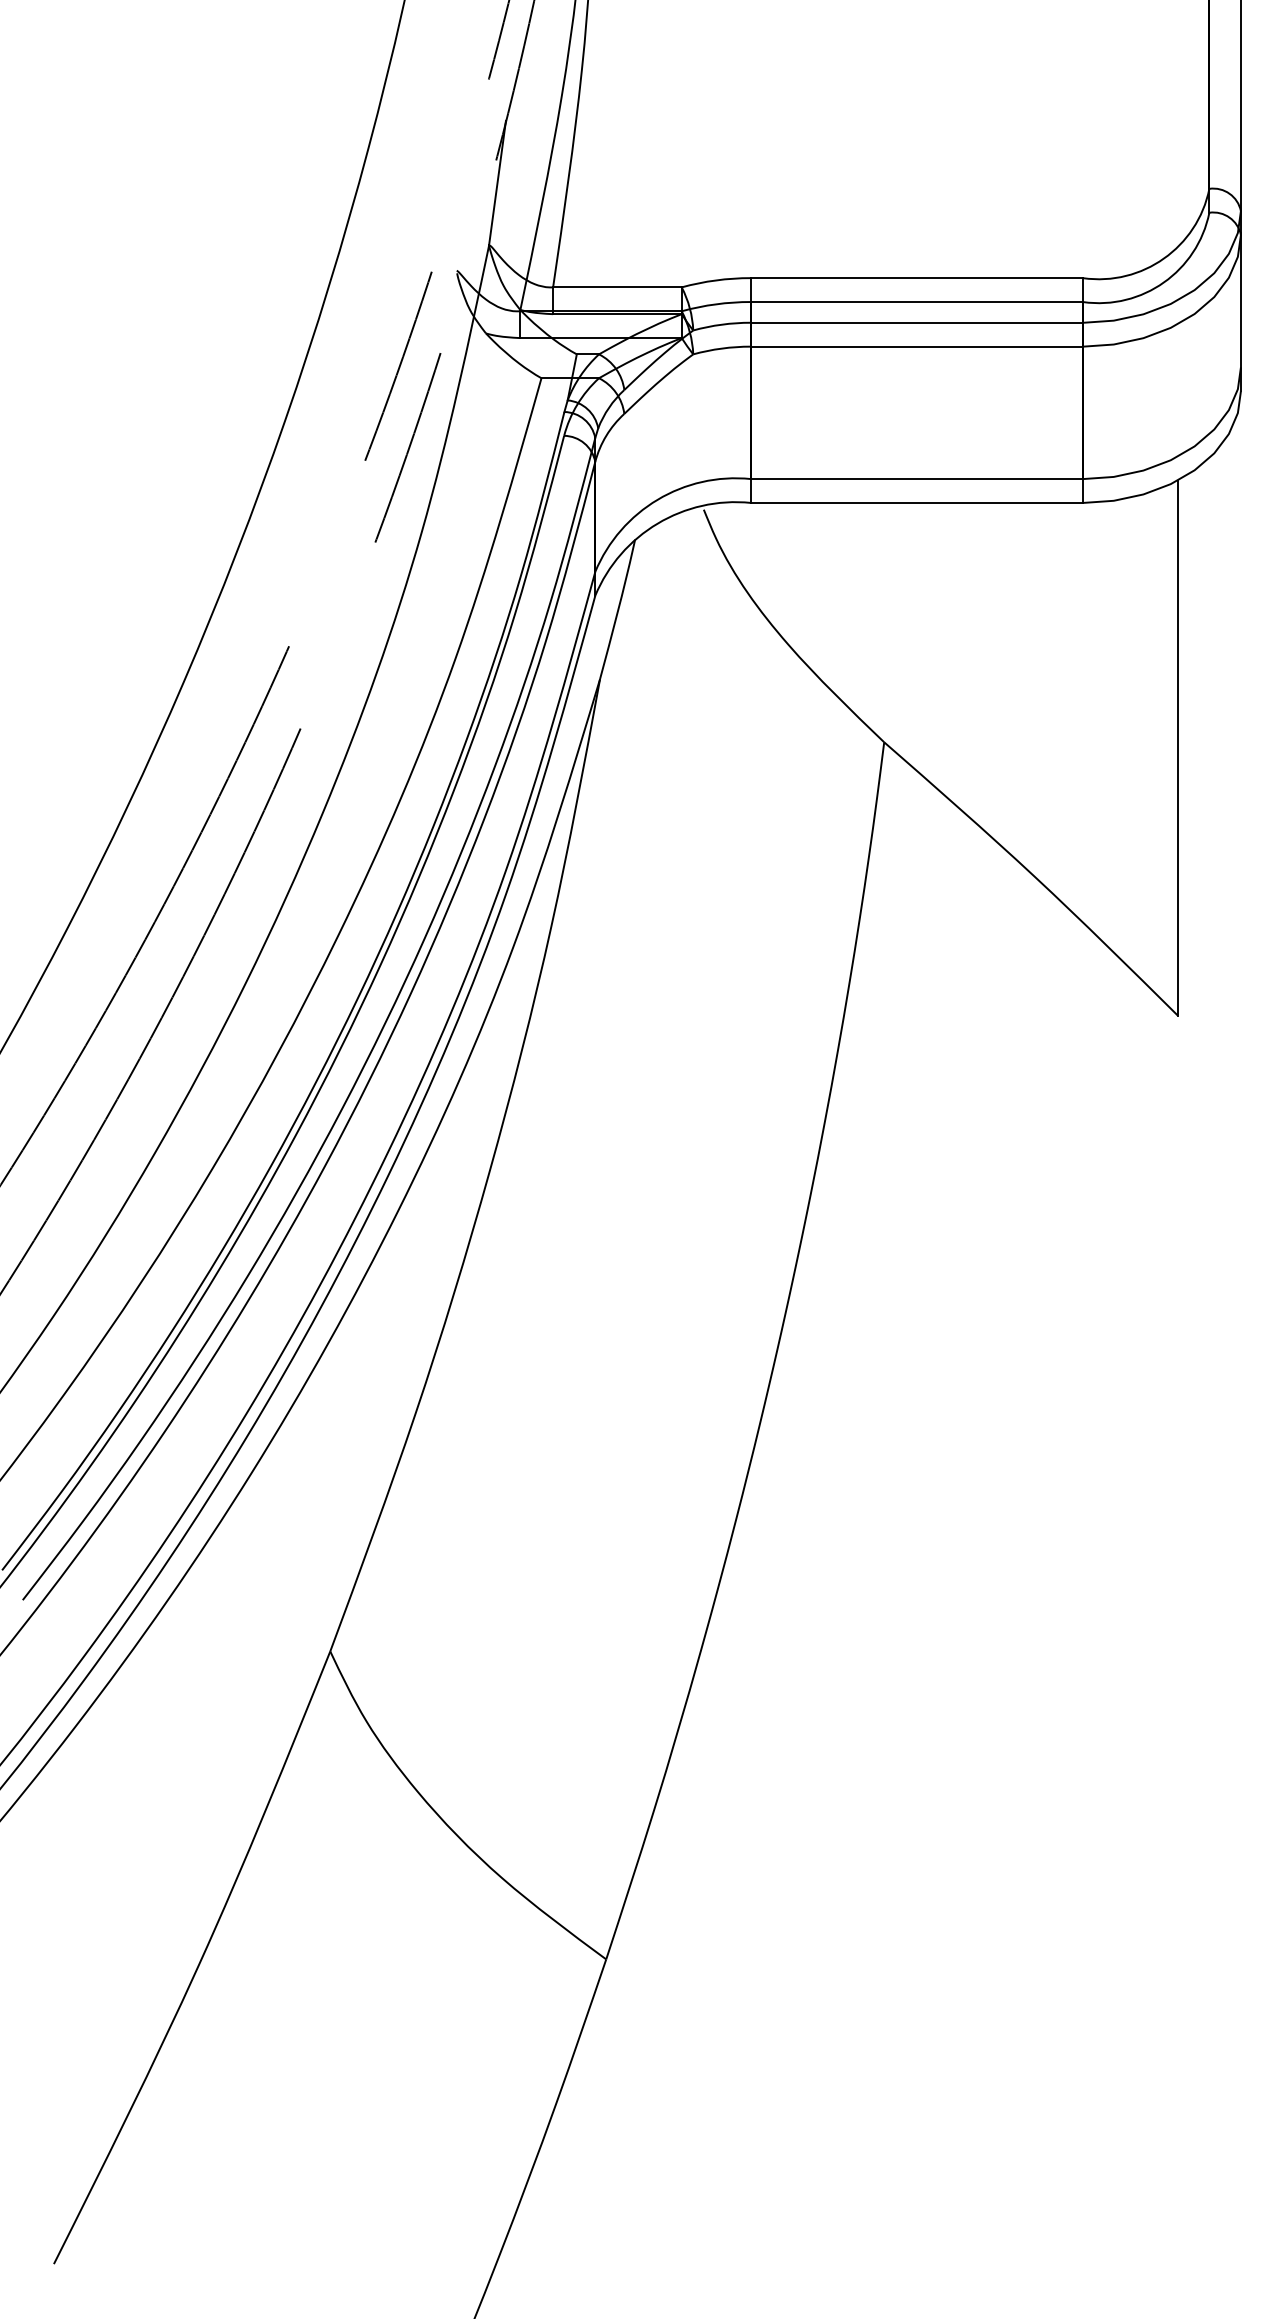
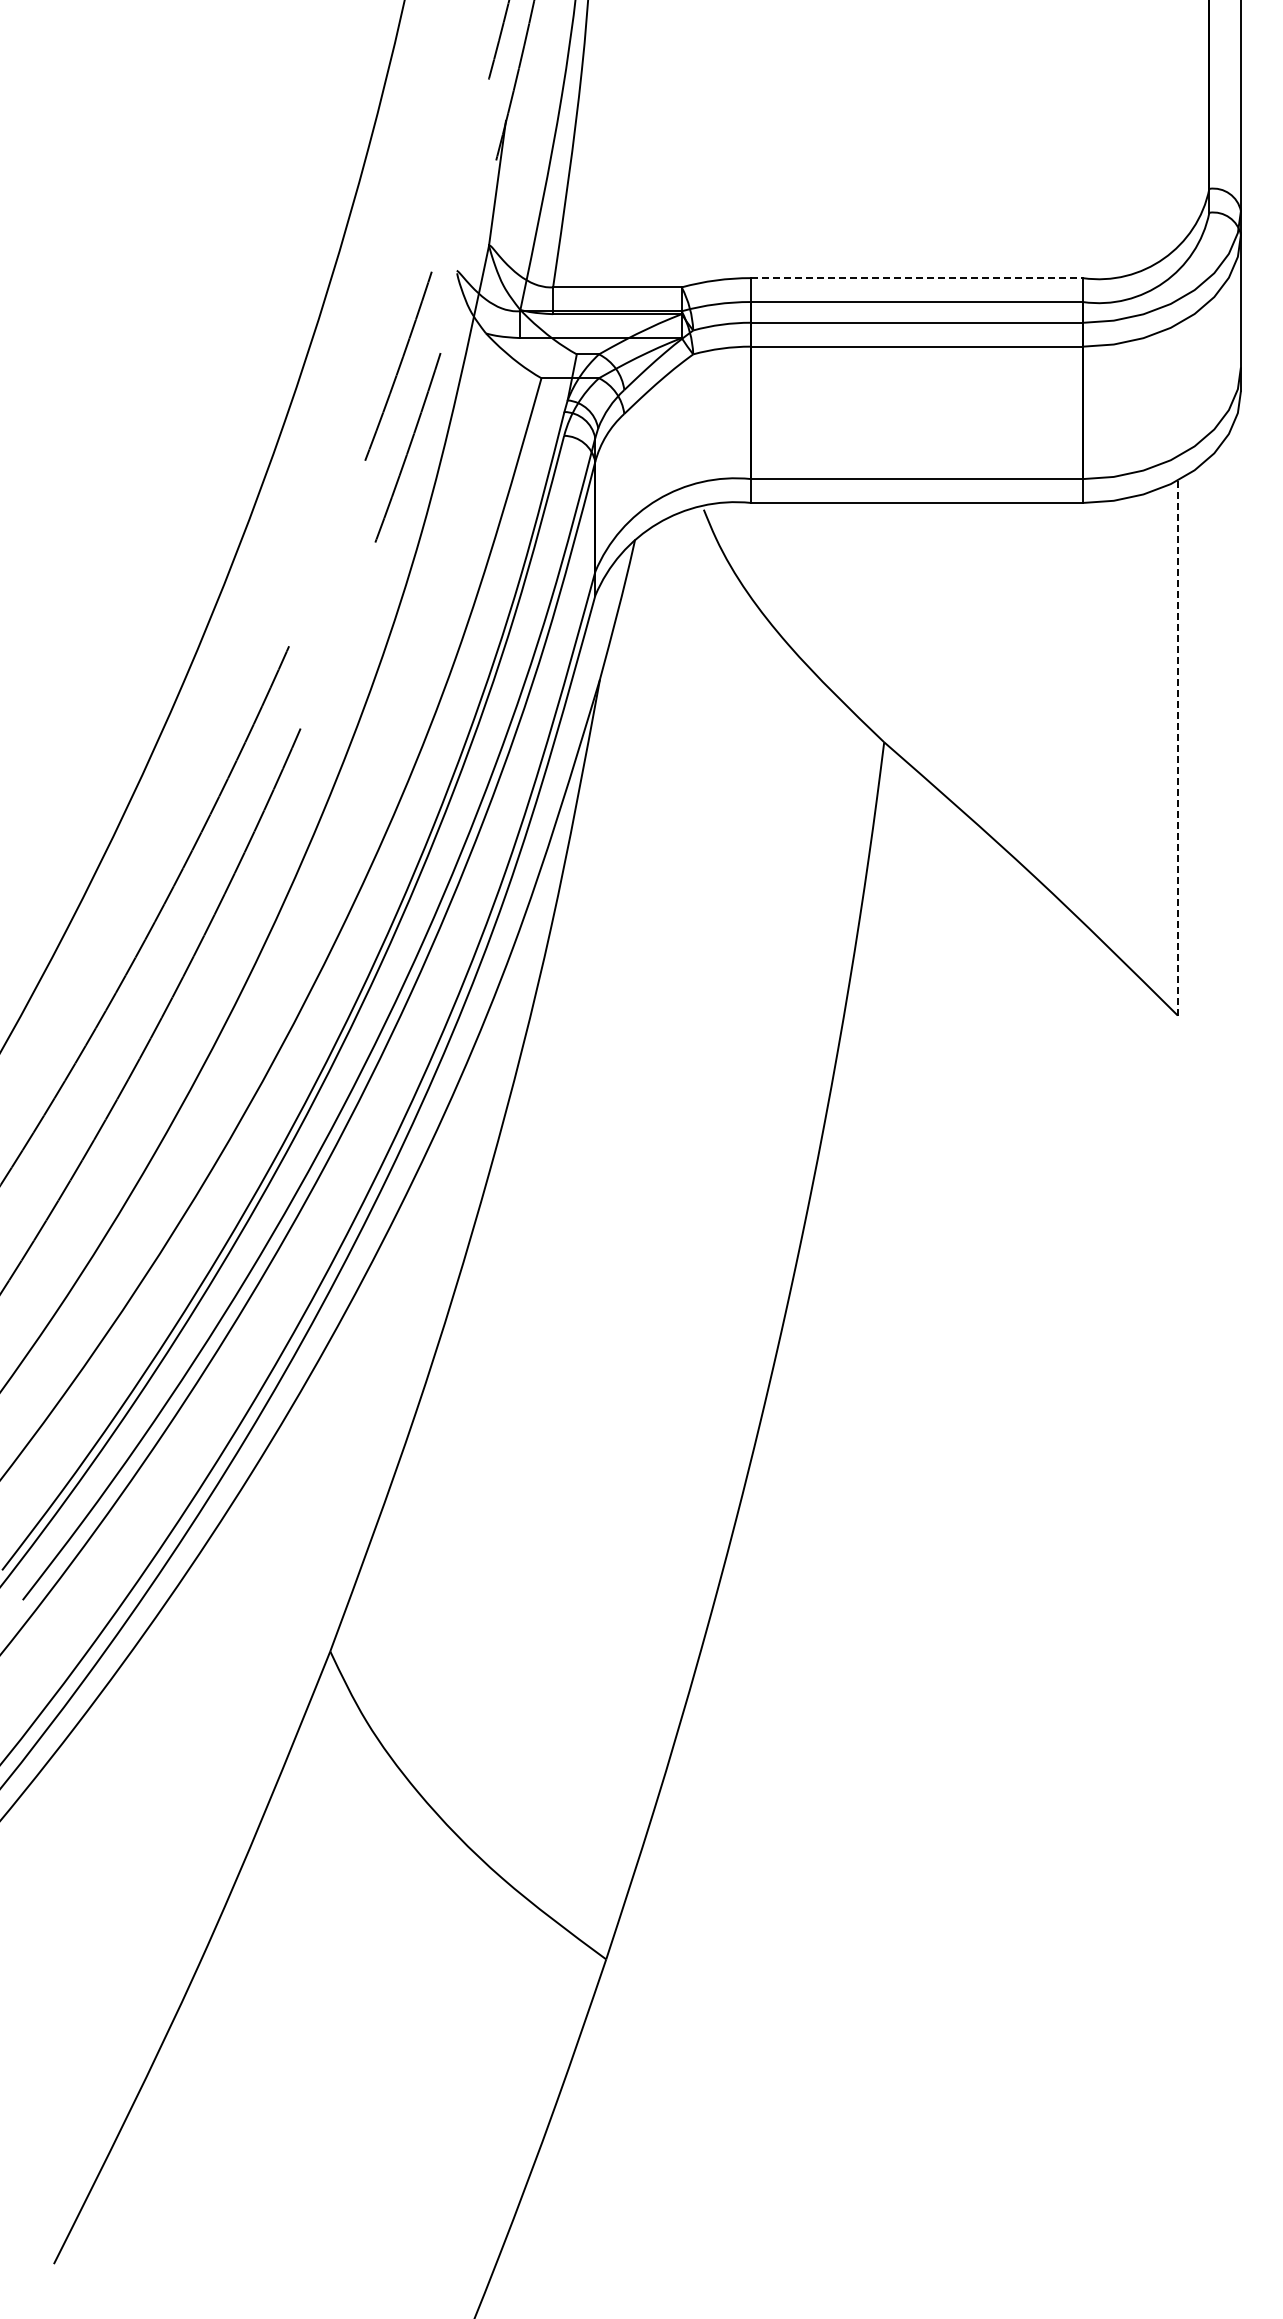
line at (917, 278): solid -> dashed
line at (1177, 747): solid -> dashed
